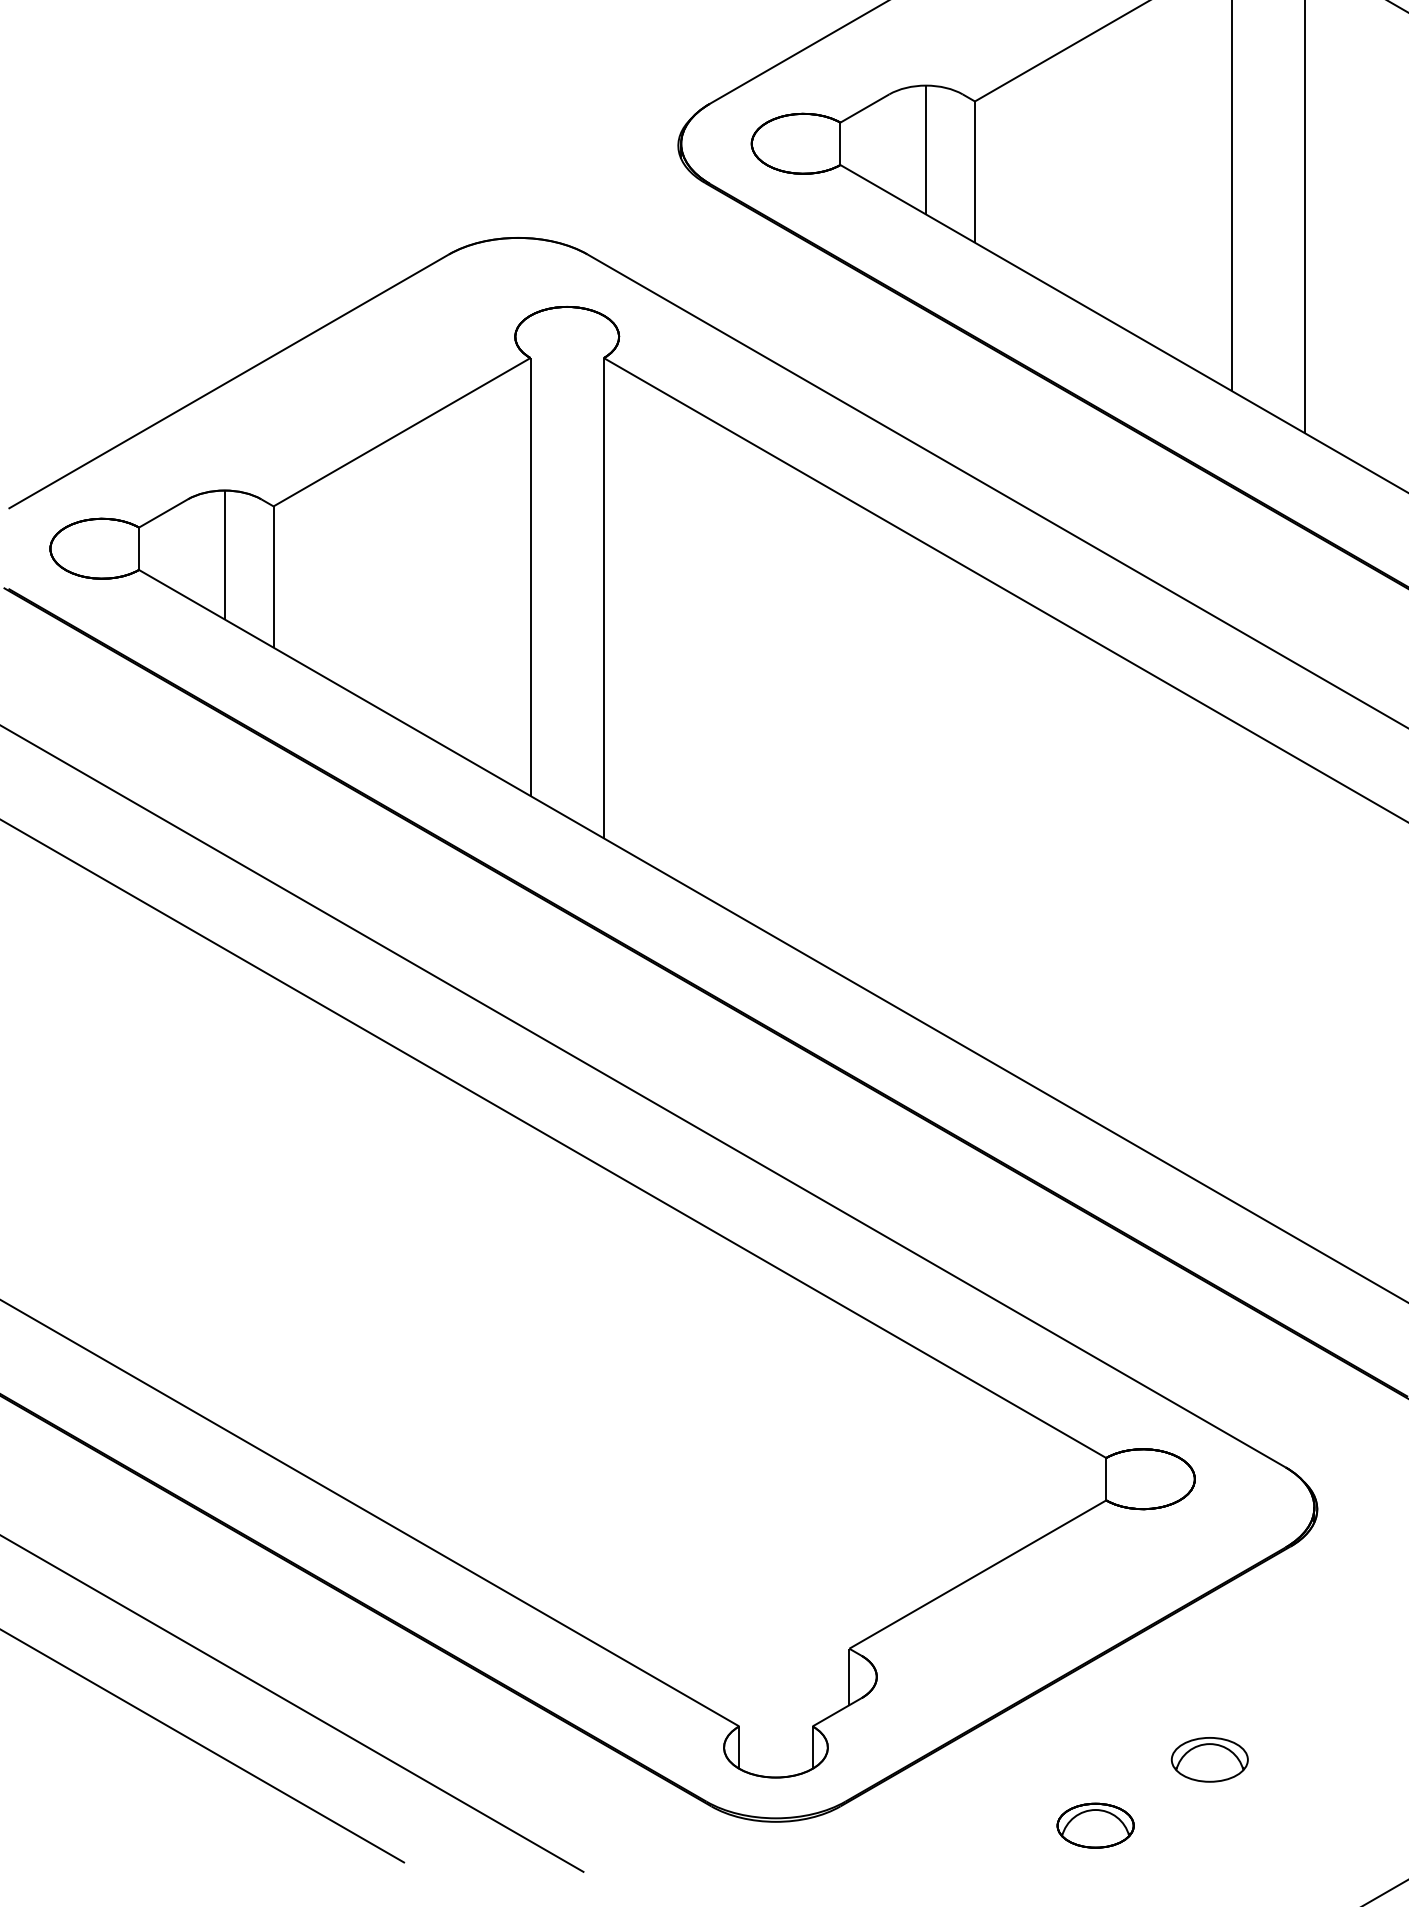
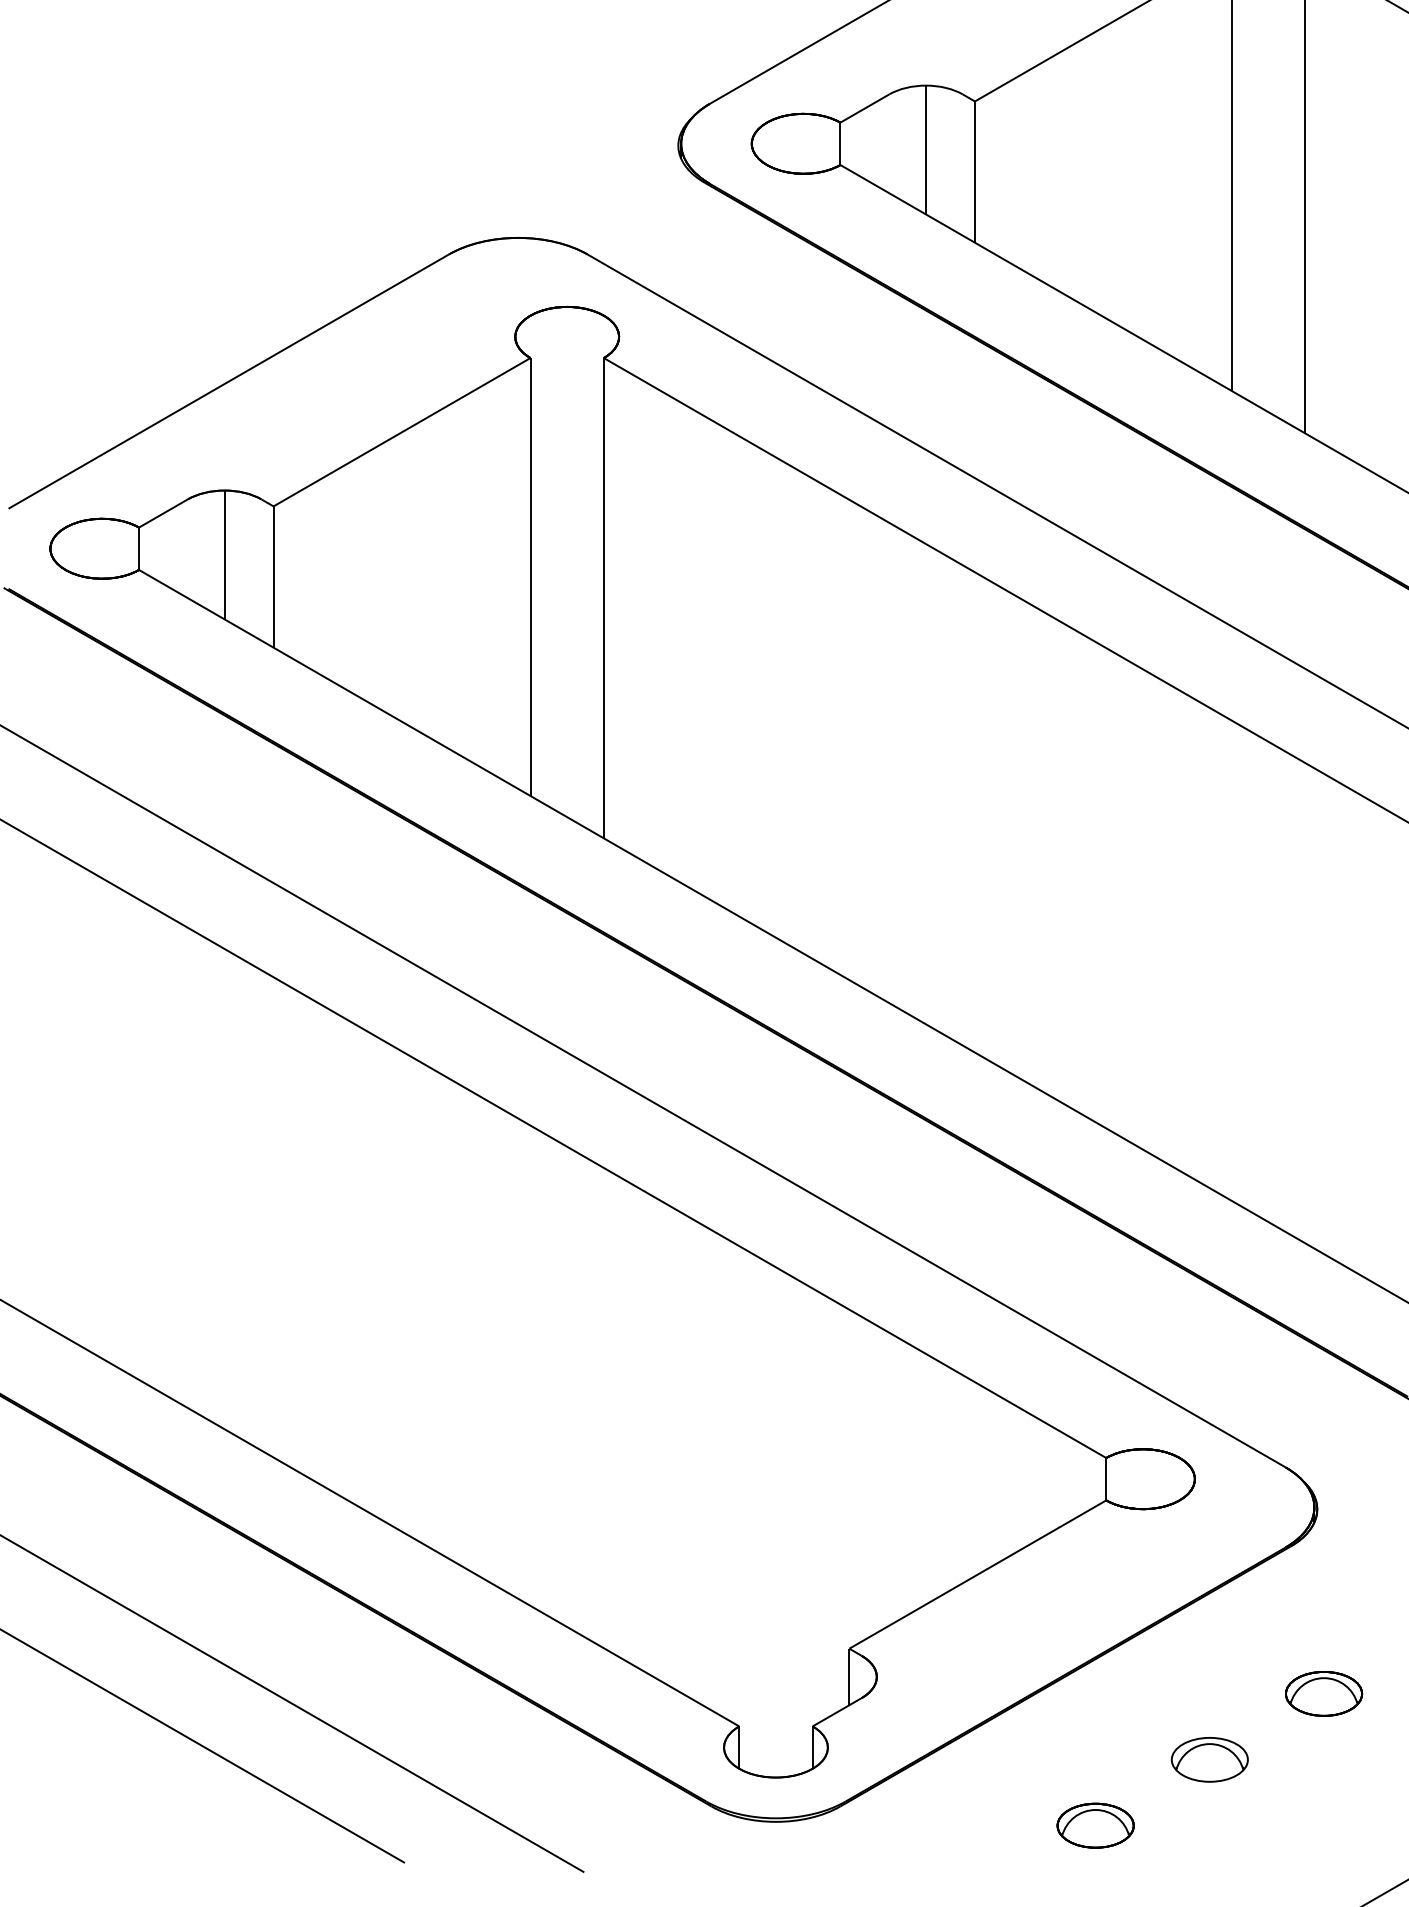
part at (1324, 1693): none -> present
